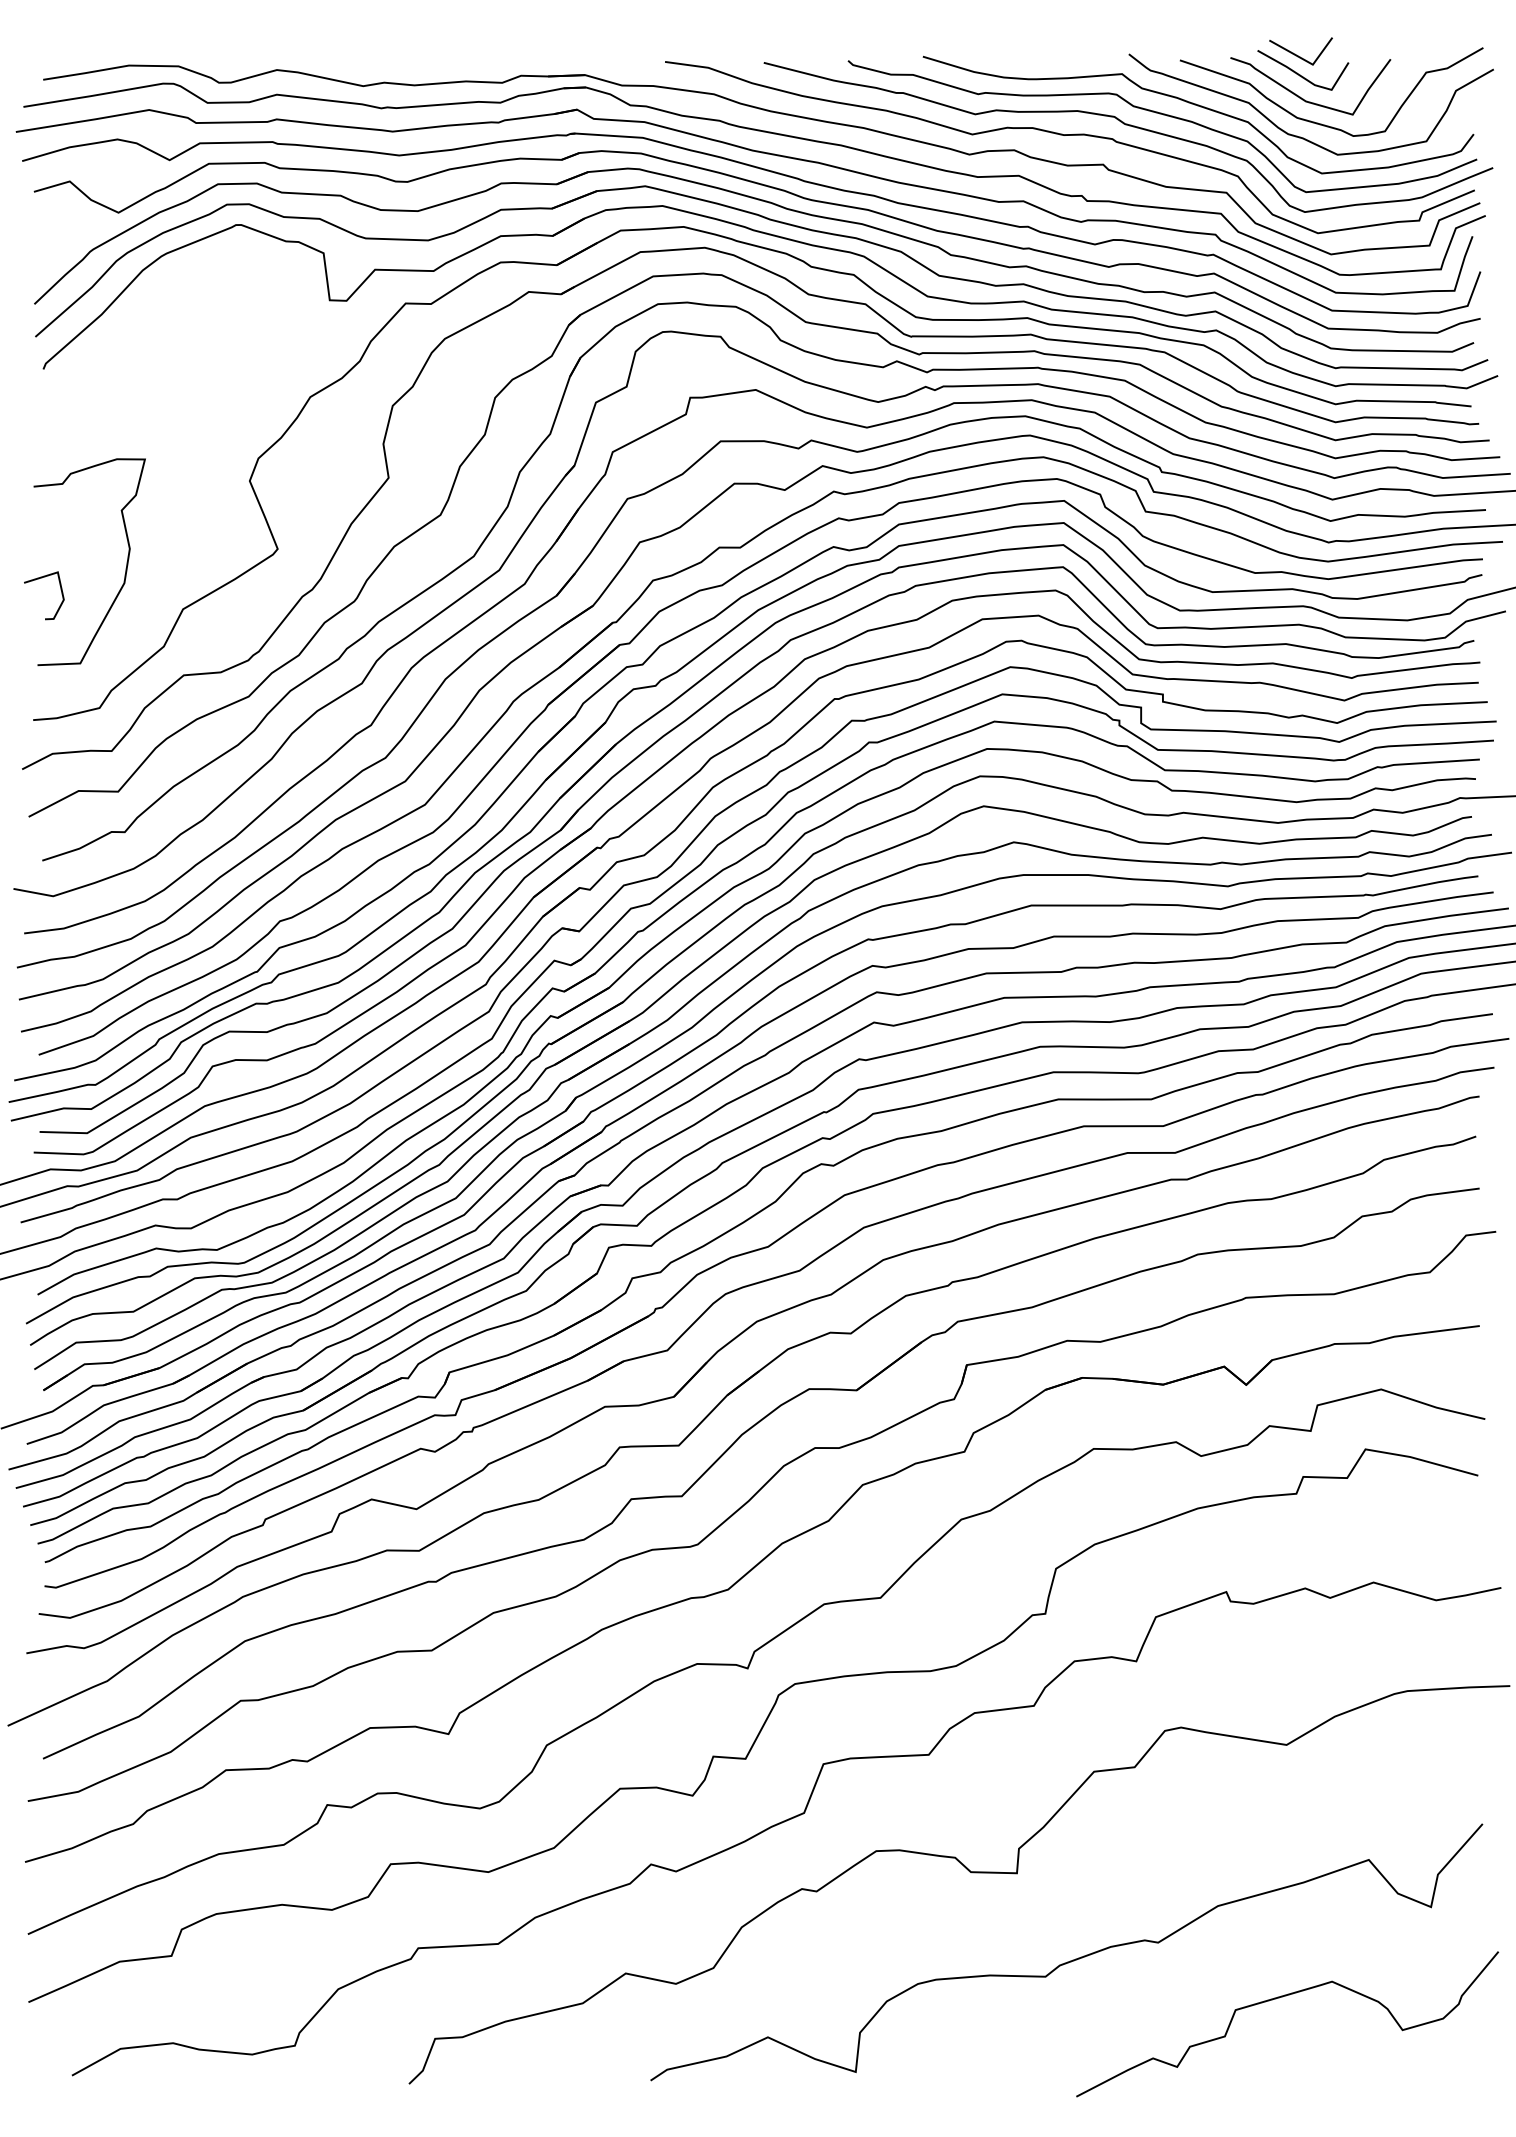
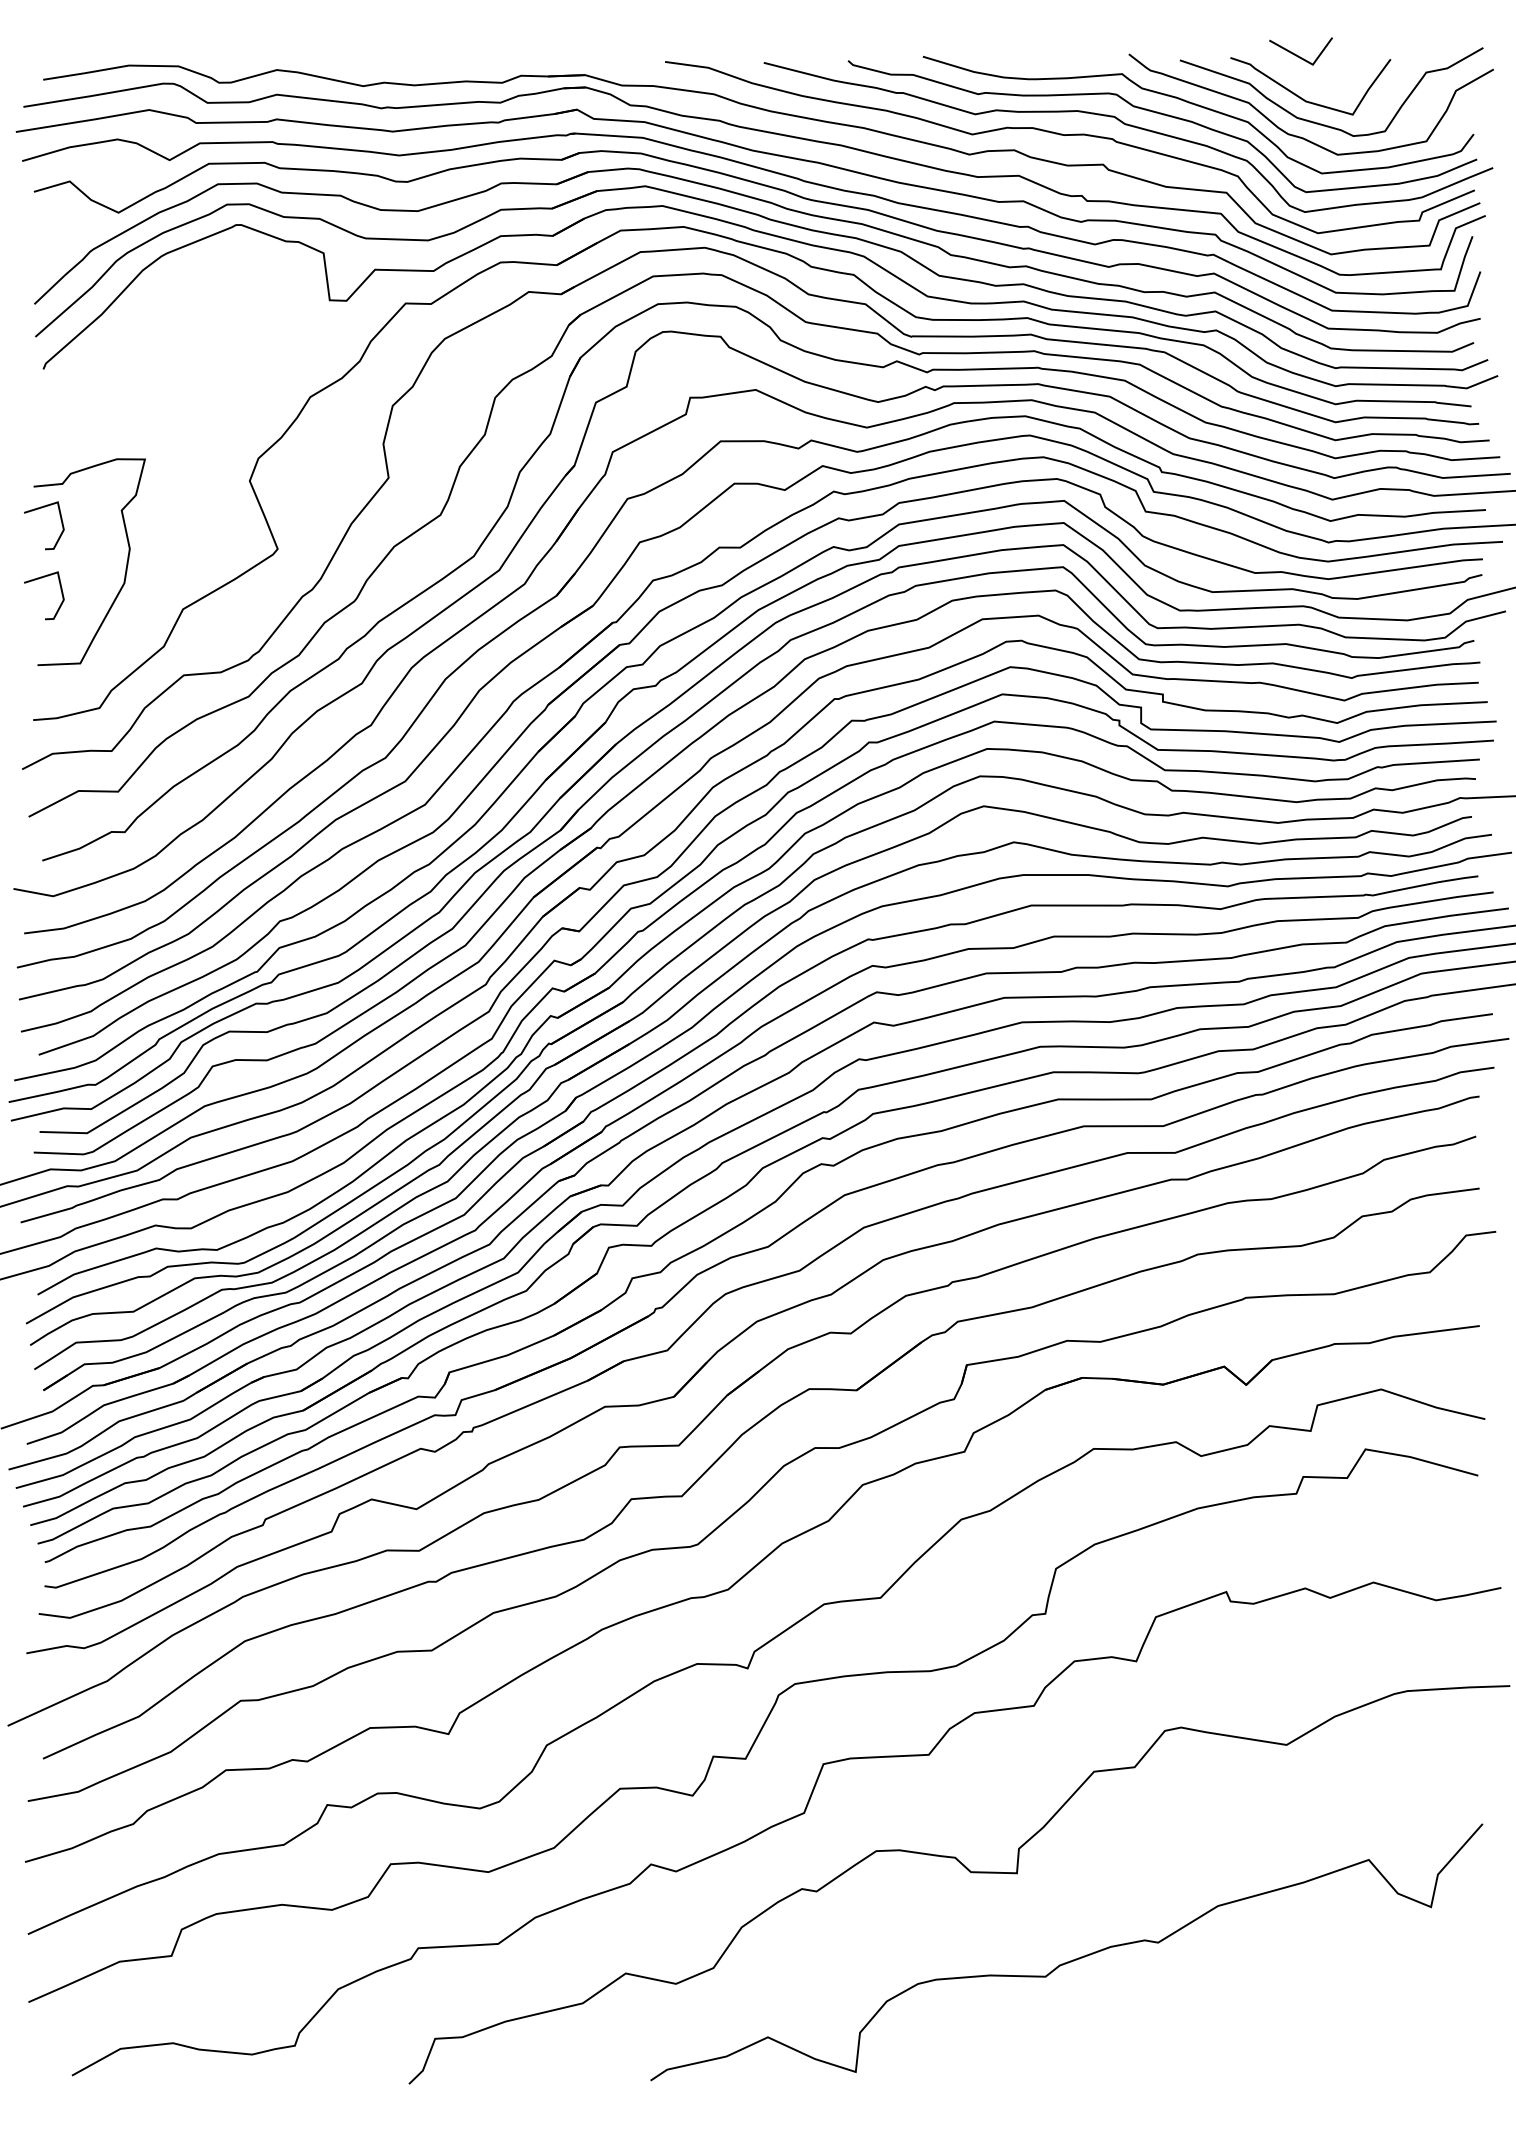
line at (1300, 74): present -> none
line at (60, 520): none -> present
curve at (1279, 1998): present -> none
